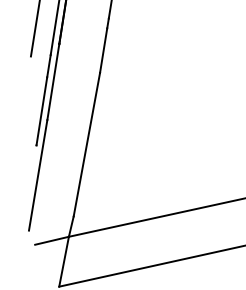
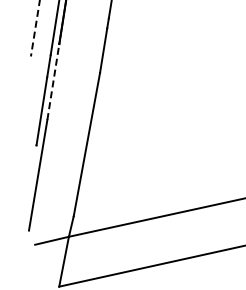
line at (35, 29): solid -> dashed
line at (53, 81): solid -> dashed
